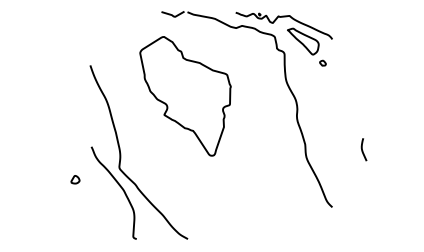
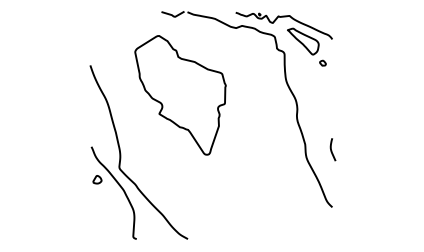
part at (185, 96) position: (185, 96) -> (180, 95)
curve at (362, 149) position: (362, 149) -> (331, 149)
part at (75, 179) position: (75, 179) -> (97, 179)
